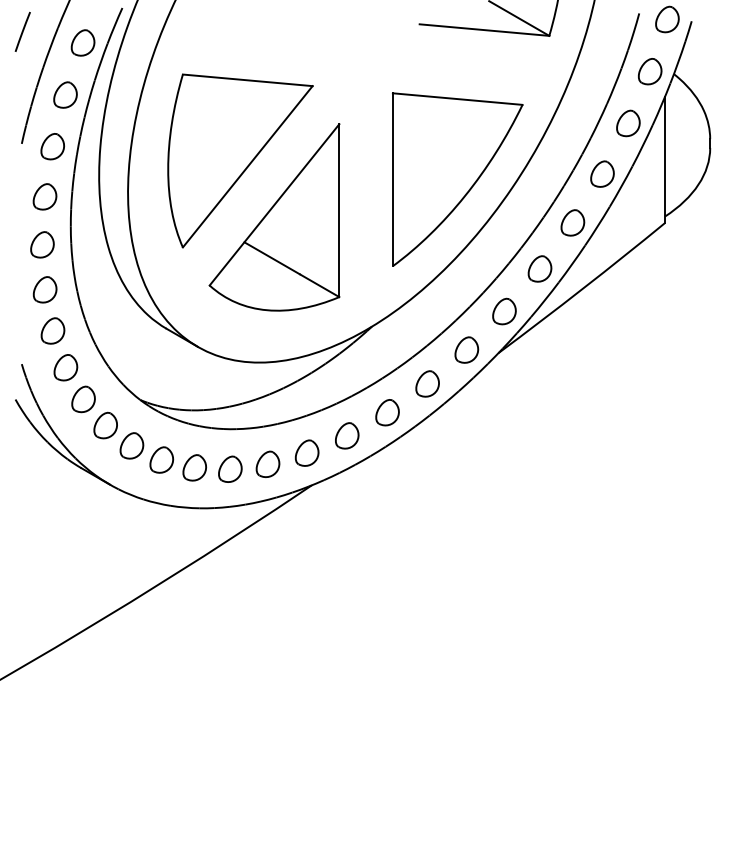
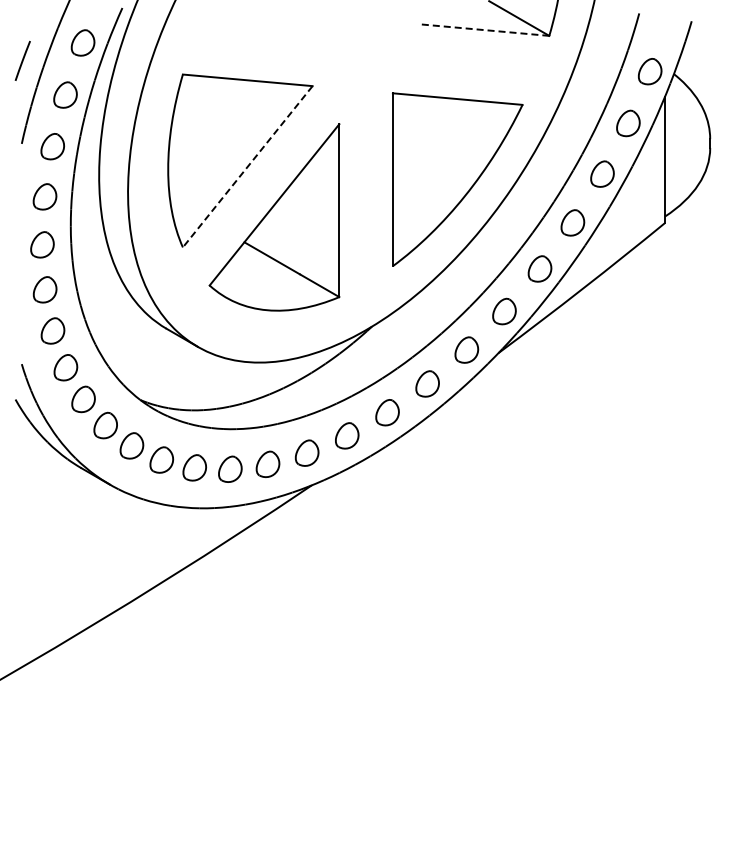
part at (667, 19): present -> none
line at (484, 30): solid -> dashed
line at (22, 31) position: (22, 31) -> (22, 60)
line at (247, 167): solid -> dashed
